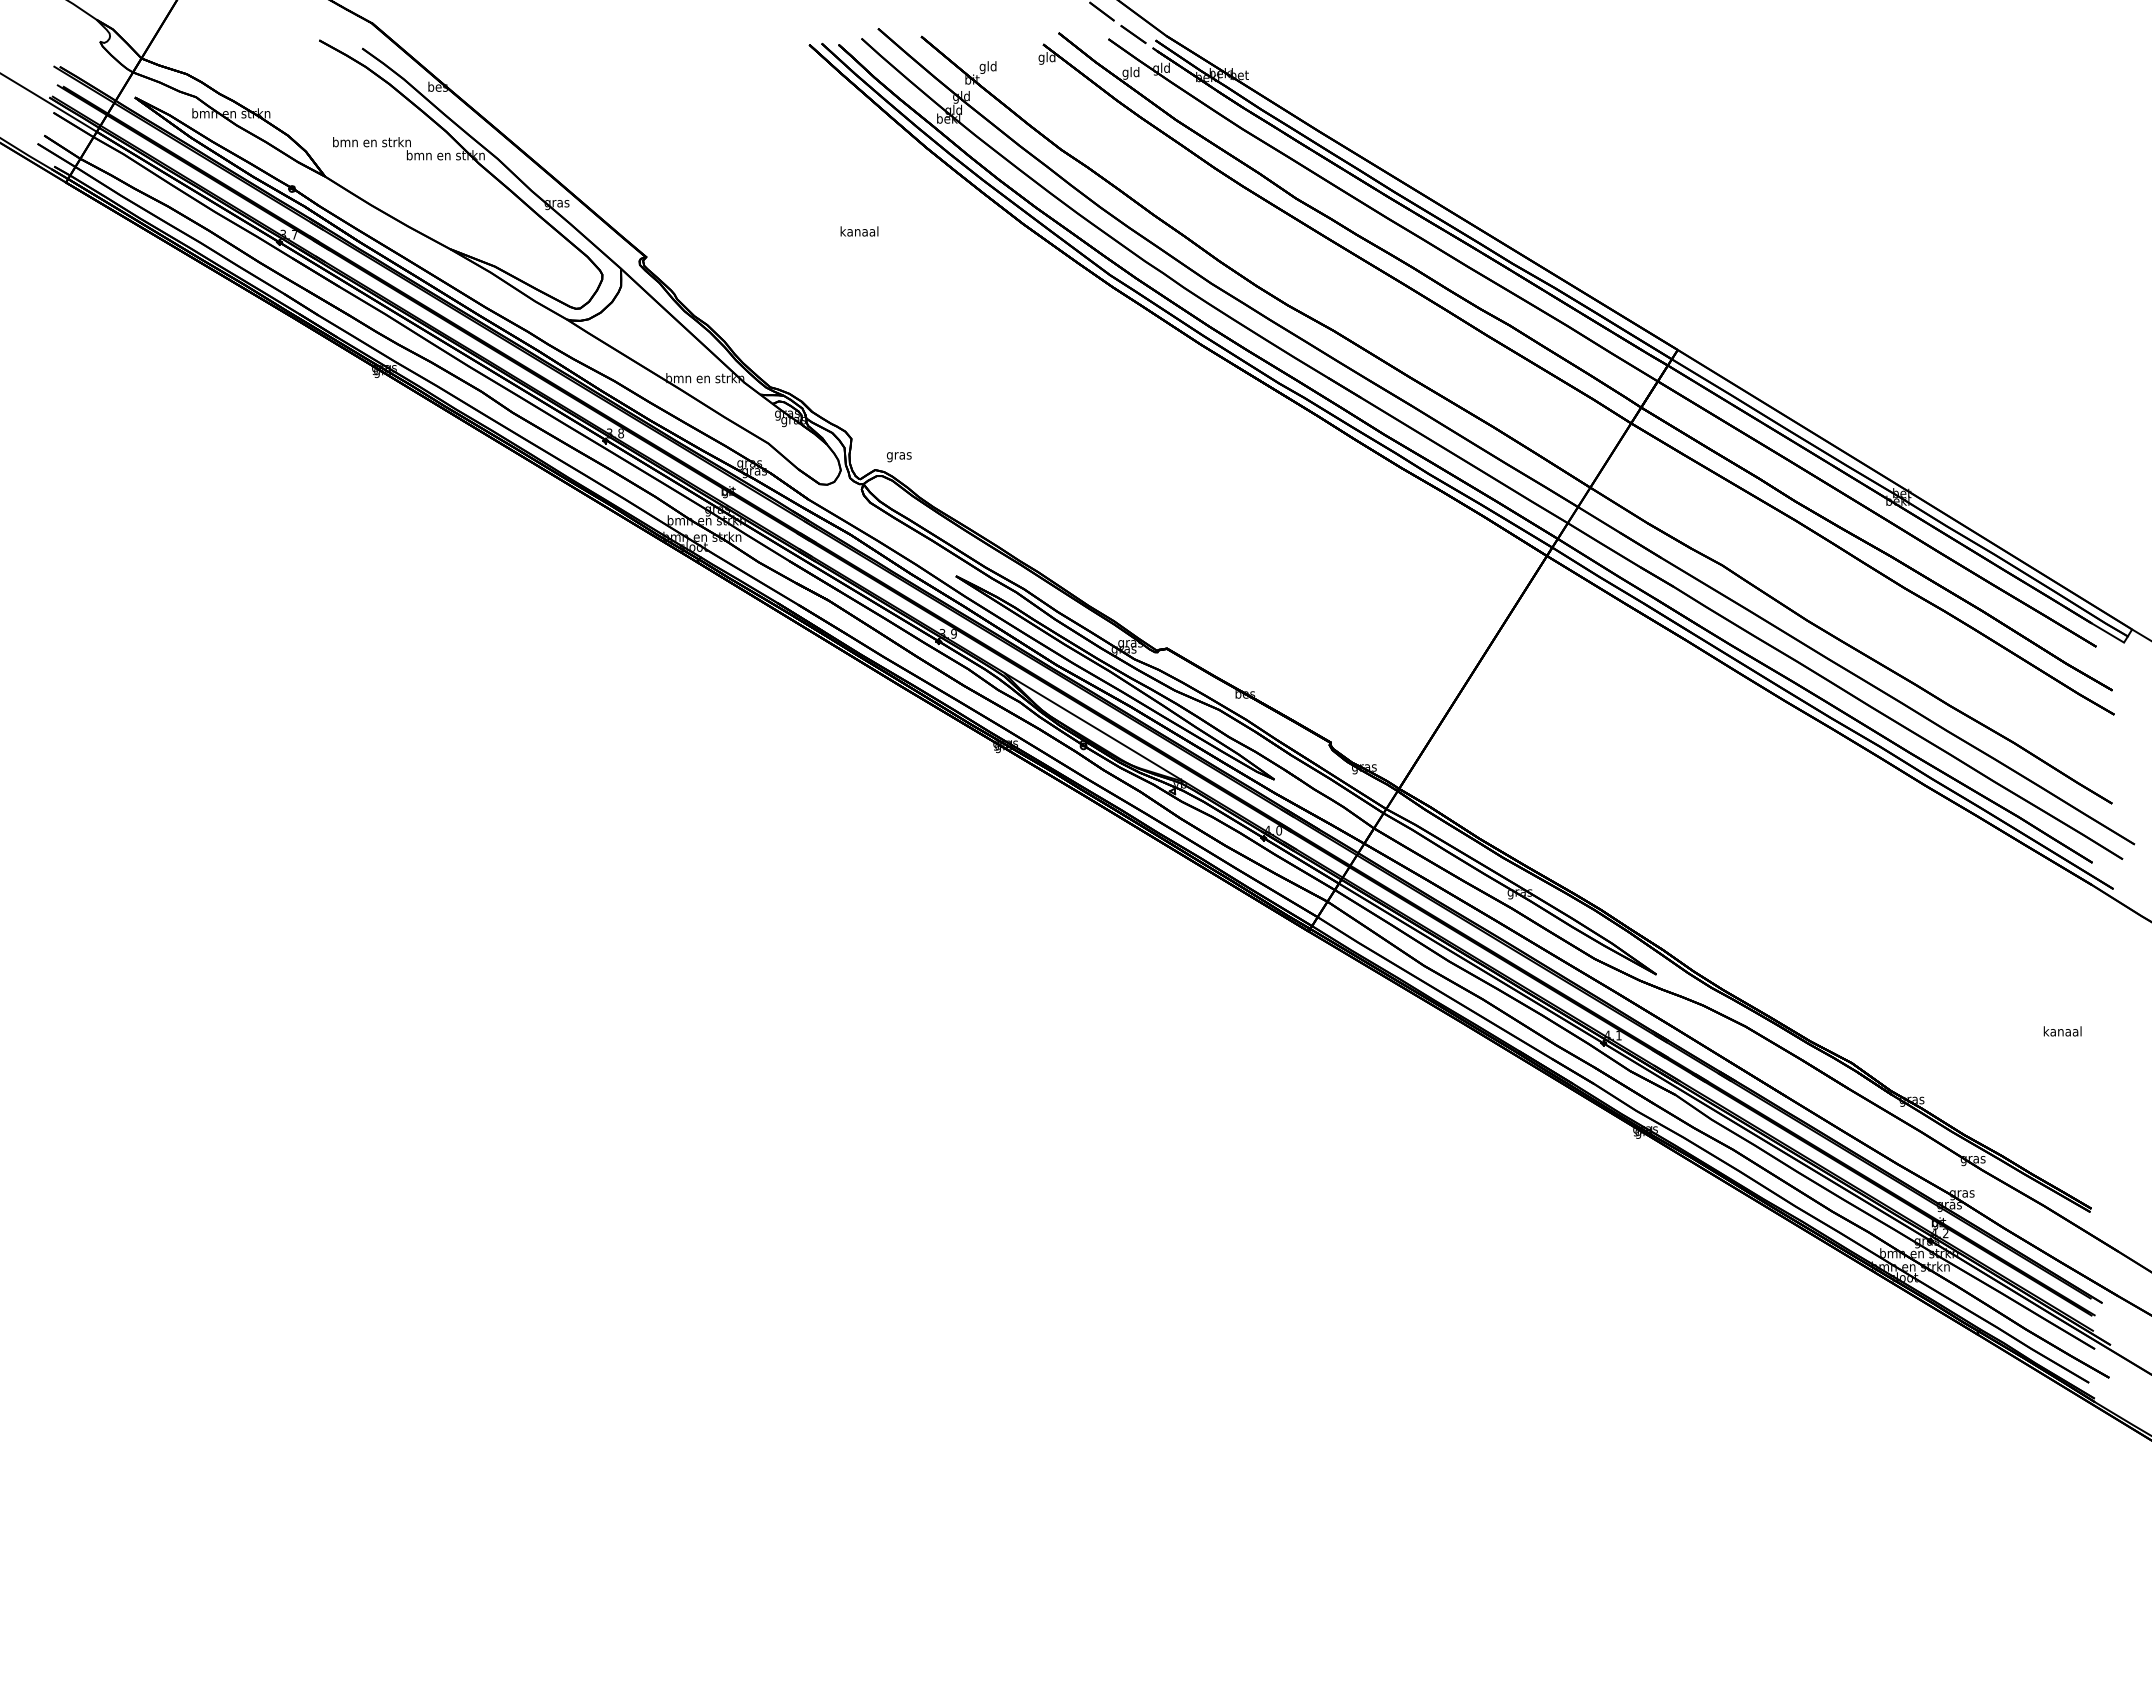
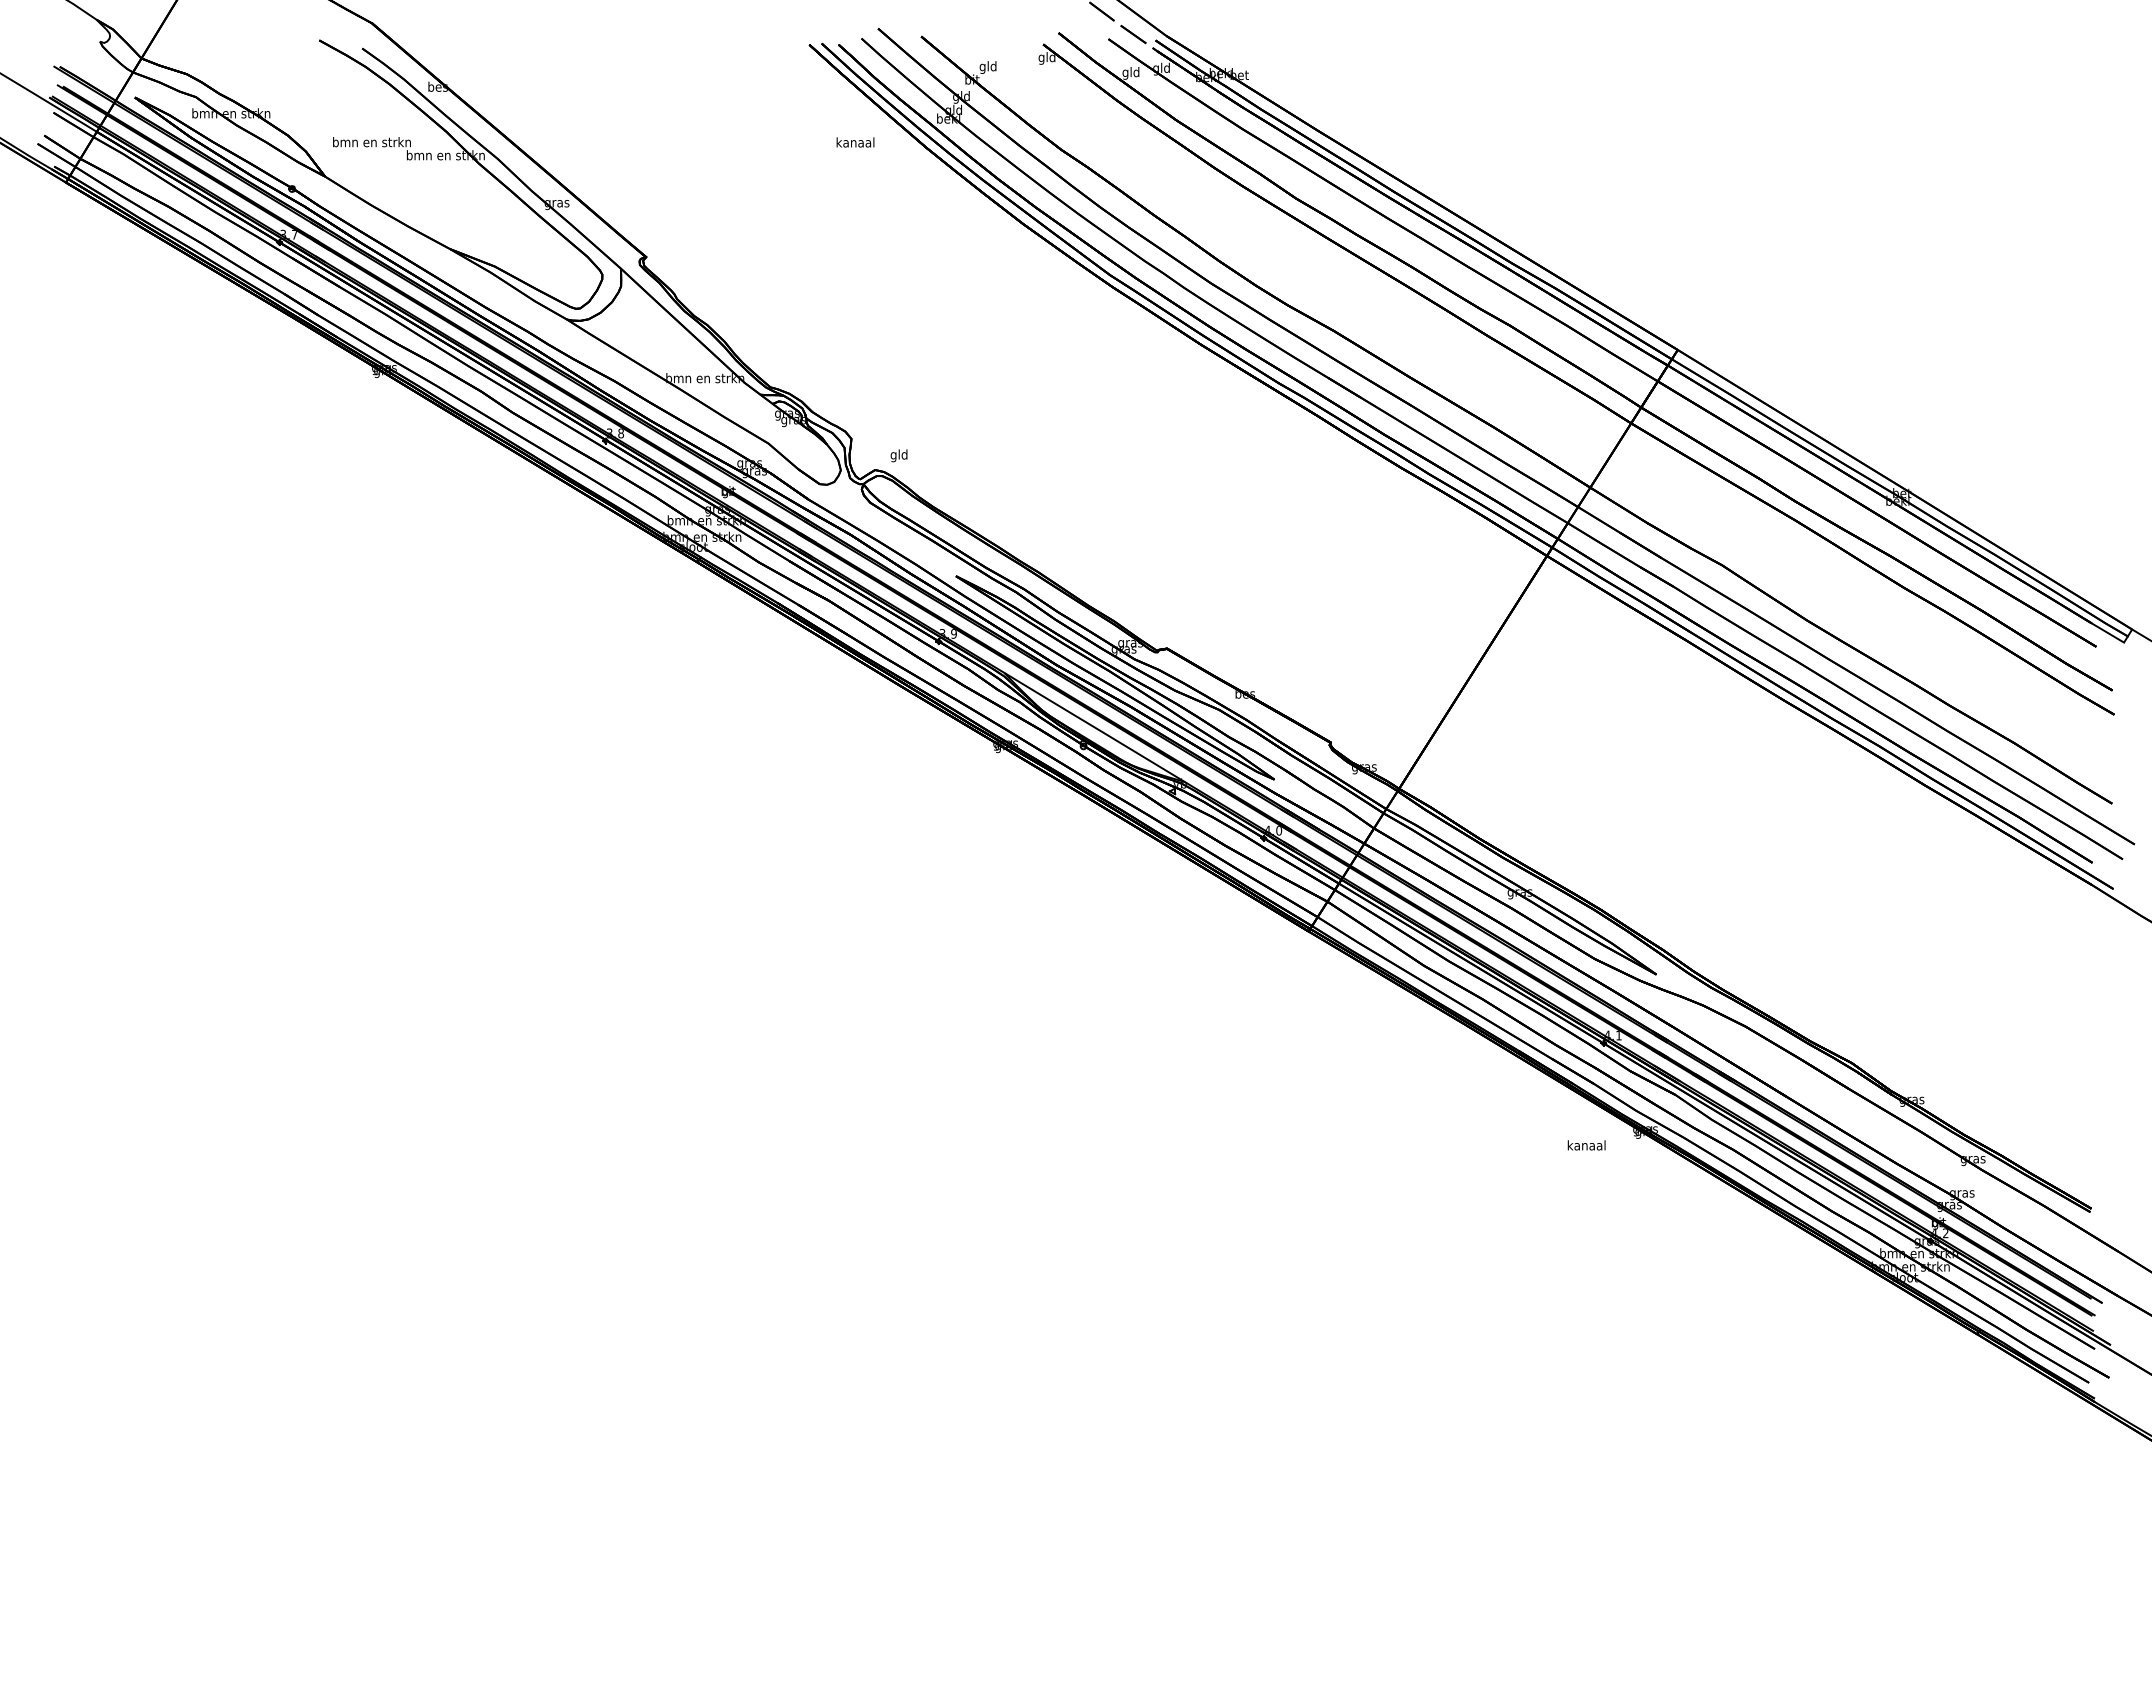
text at (859, 231) position: (859, 231) -> (855, 142)
text at (898, 455): gras -> gld
text at (2062, 1031) position: (2062, 1031) -> (1586, 1145)
